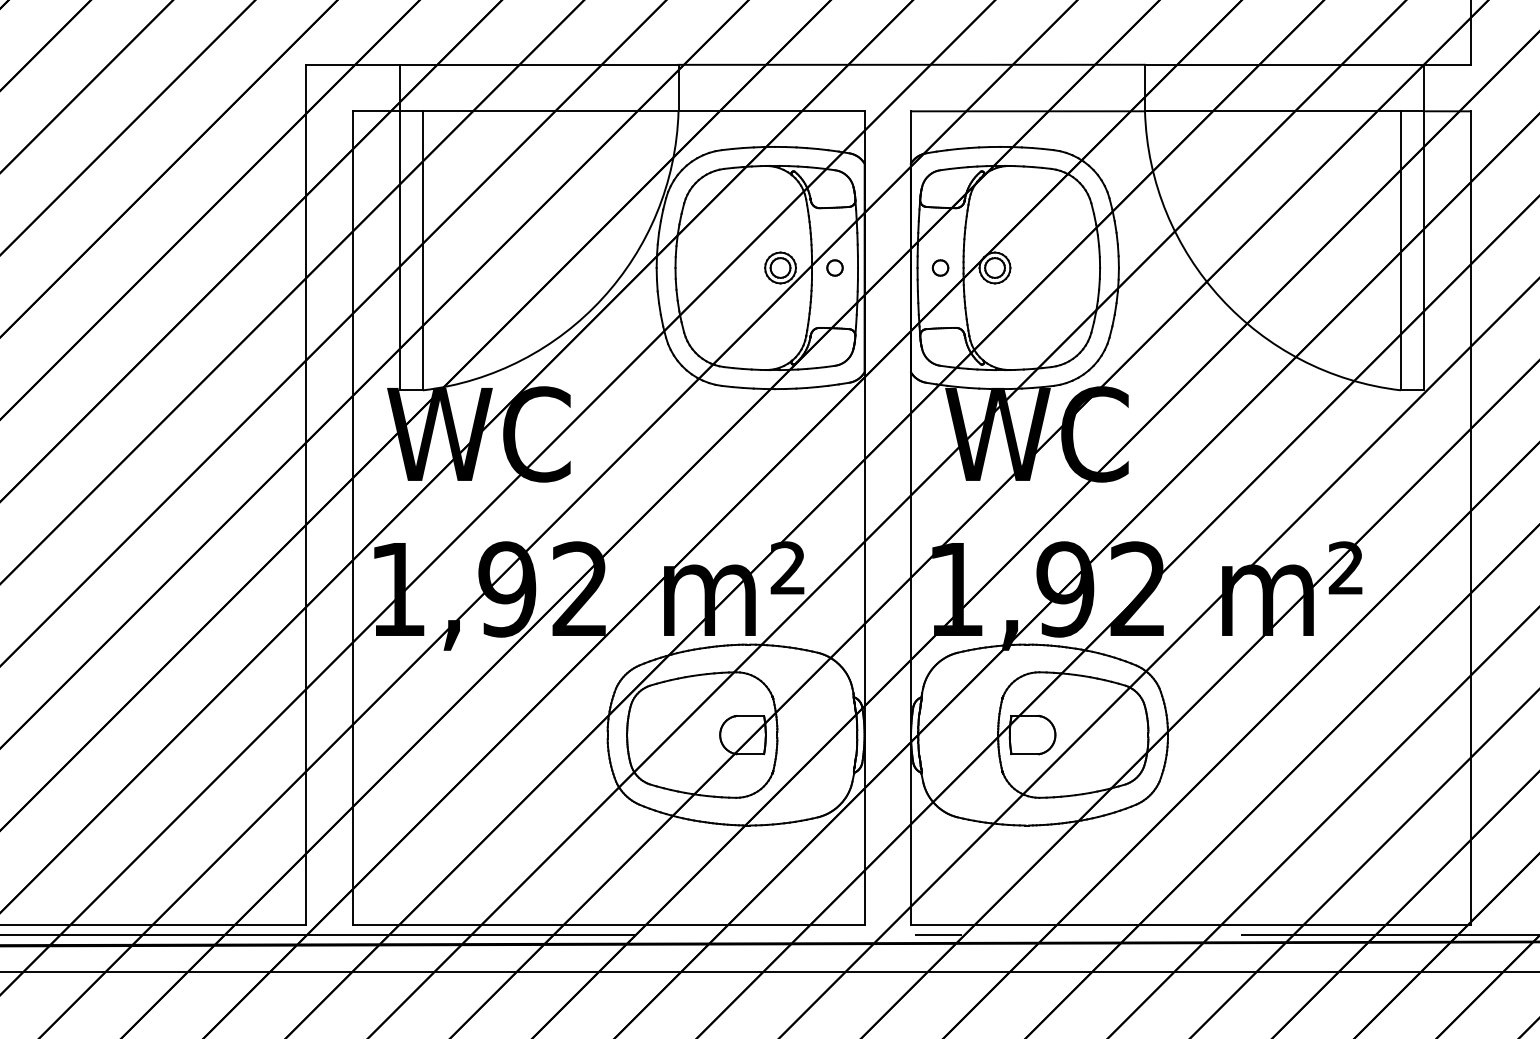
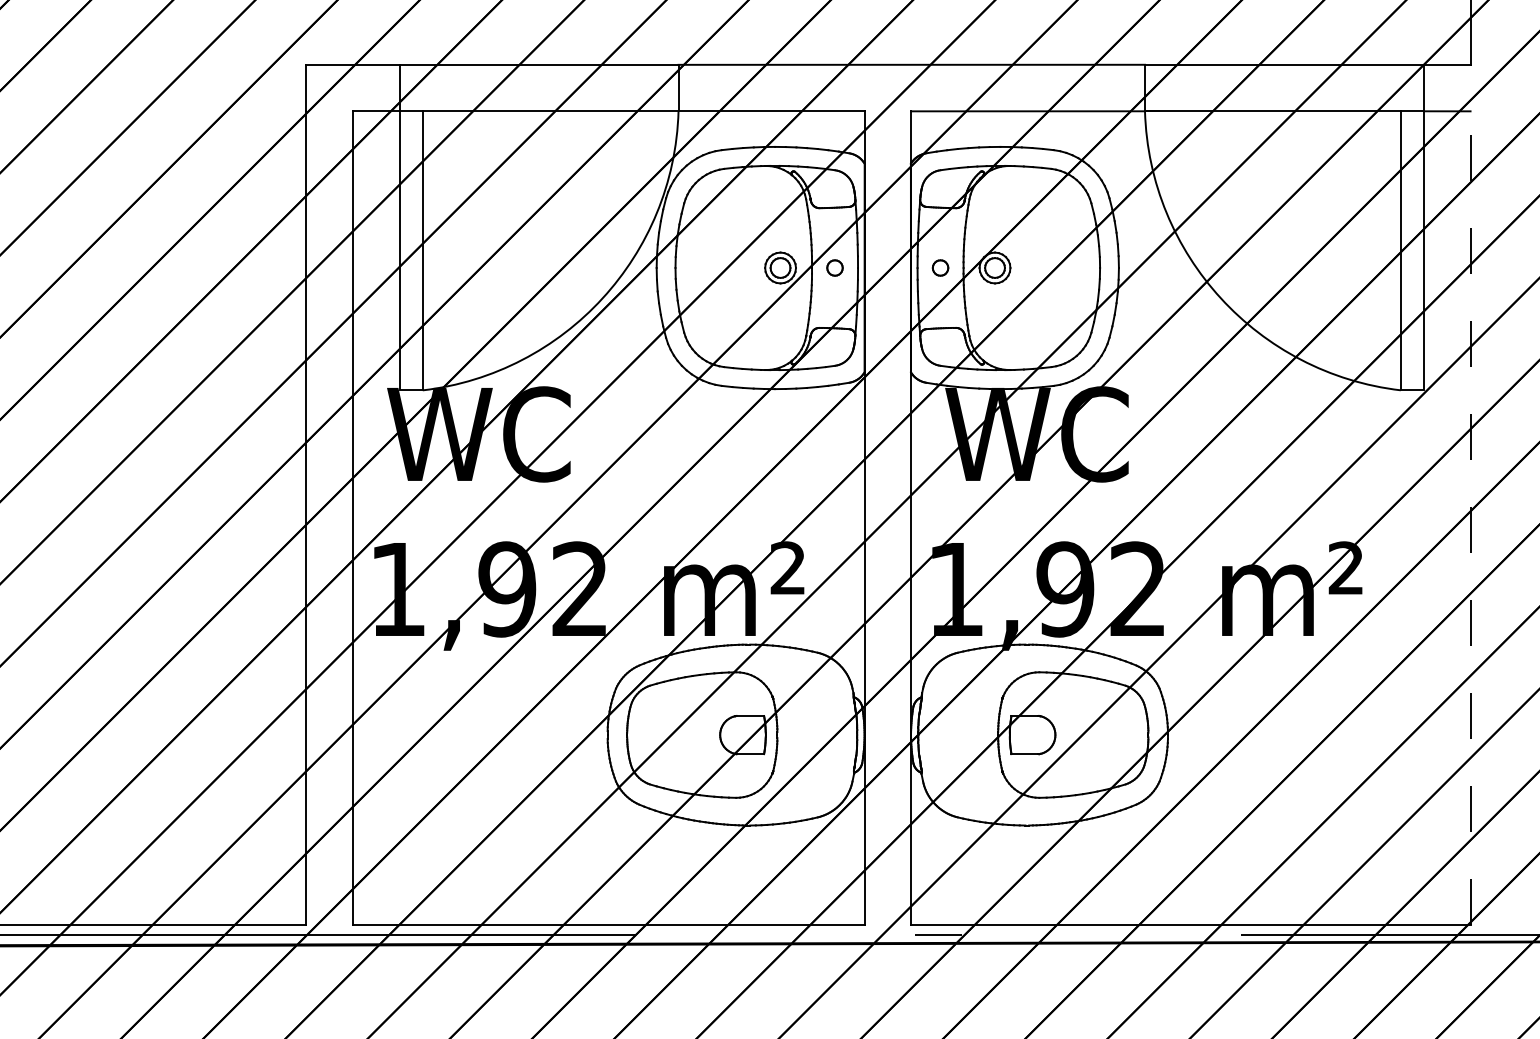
line at (1470, 518): solid -> dashed
line at (769, 971): present -> none
